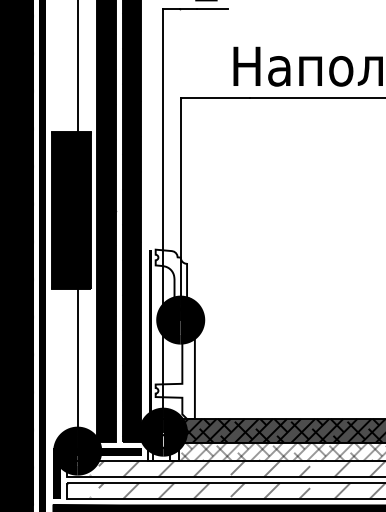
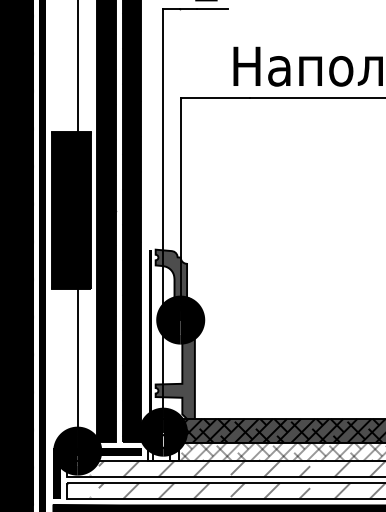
fill at (174, 334): none -> present
